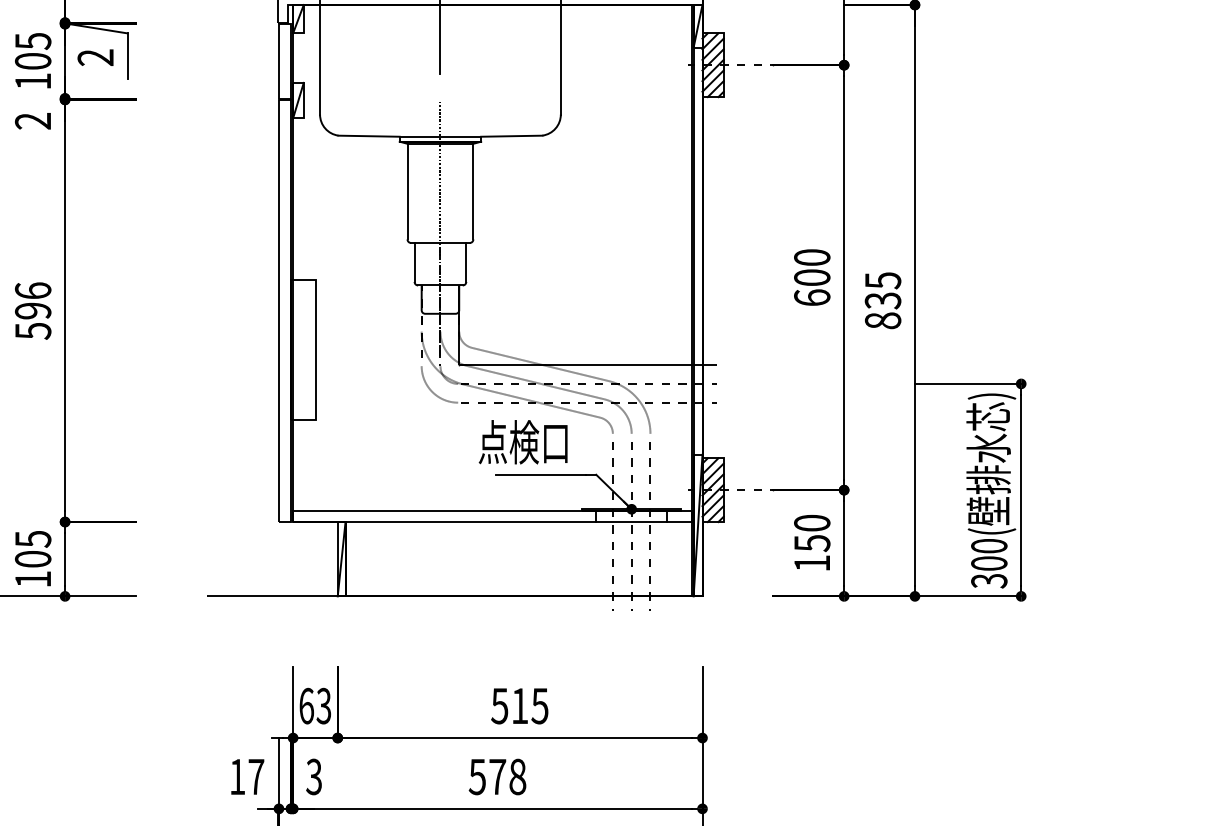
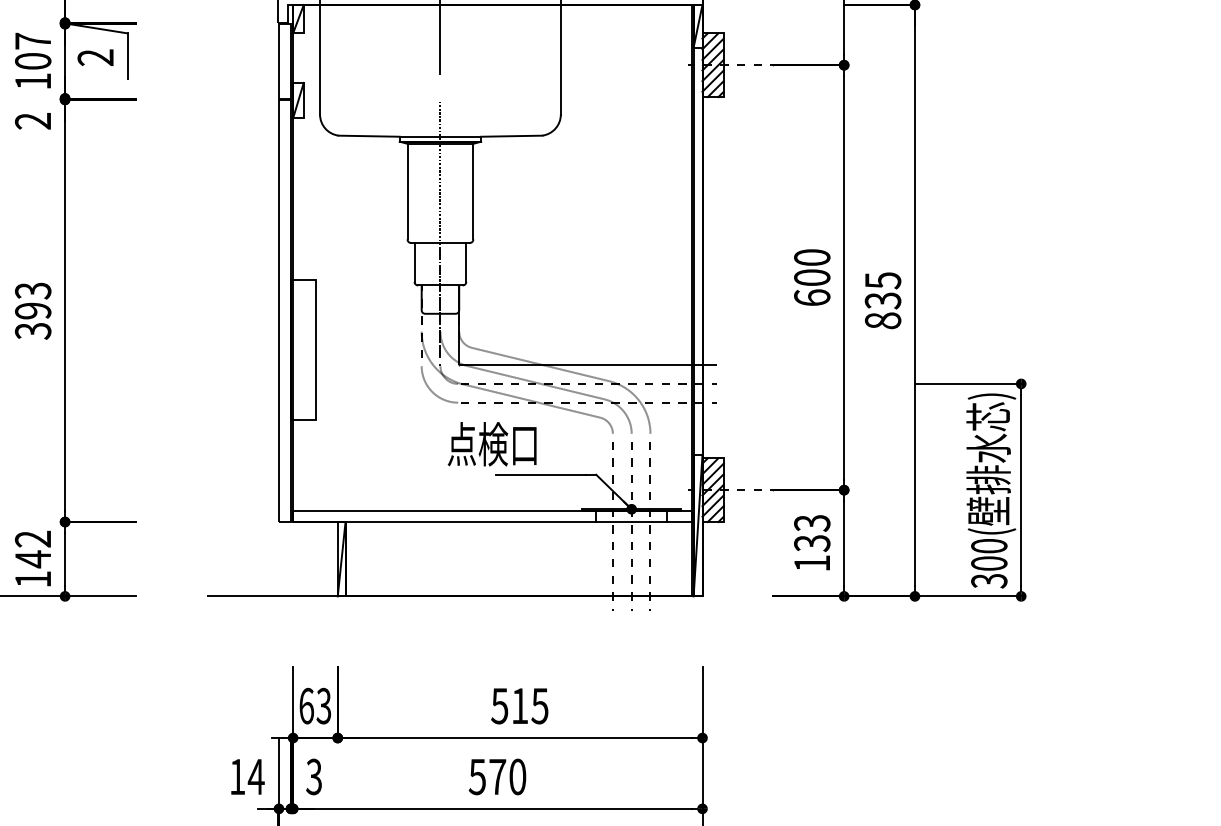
text at (33, 41): 105 -> 107
text at (32, 310): 596 -> 393
text at (522, 442) position: (522, 442) -> (491, 444)
text at (812, 532): 150 -> 133
text at (32, 549): 105 -> 142
text at (255, 776): 17 -> 14
text at (517, 776): 578 -> 570
